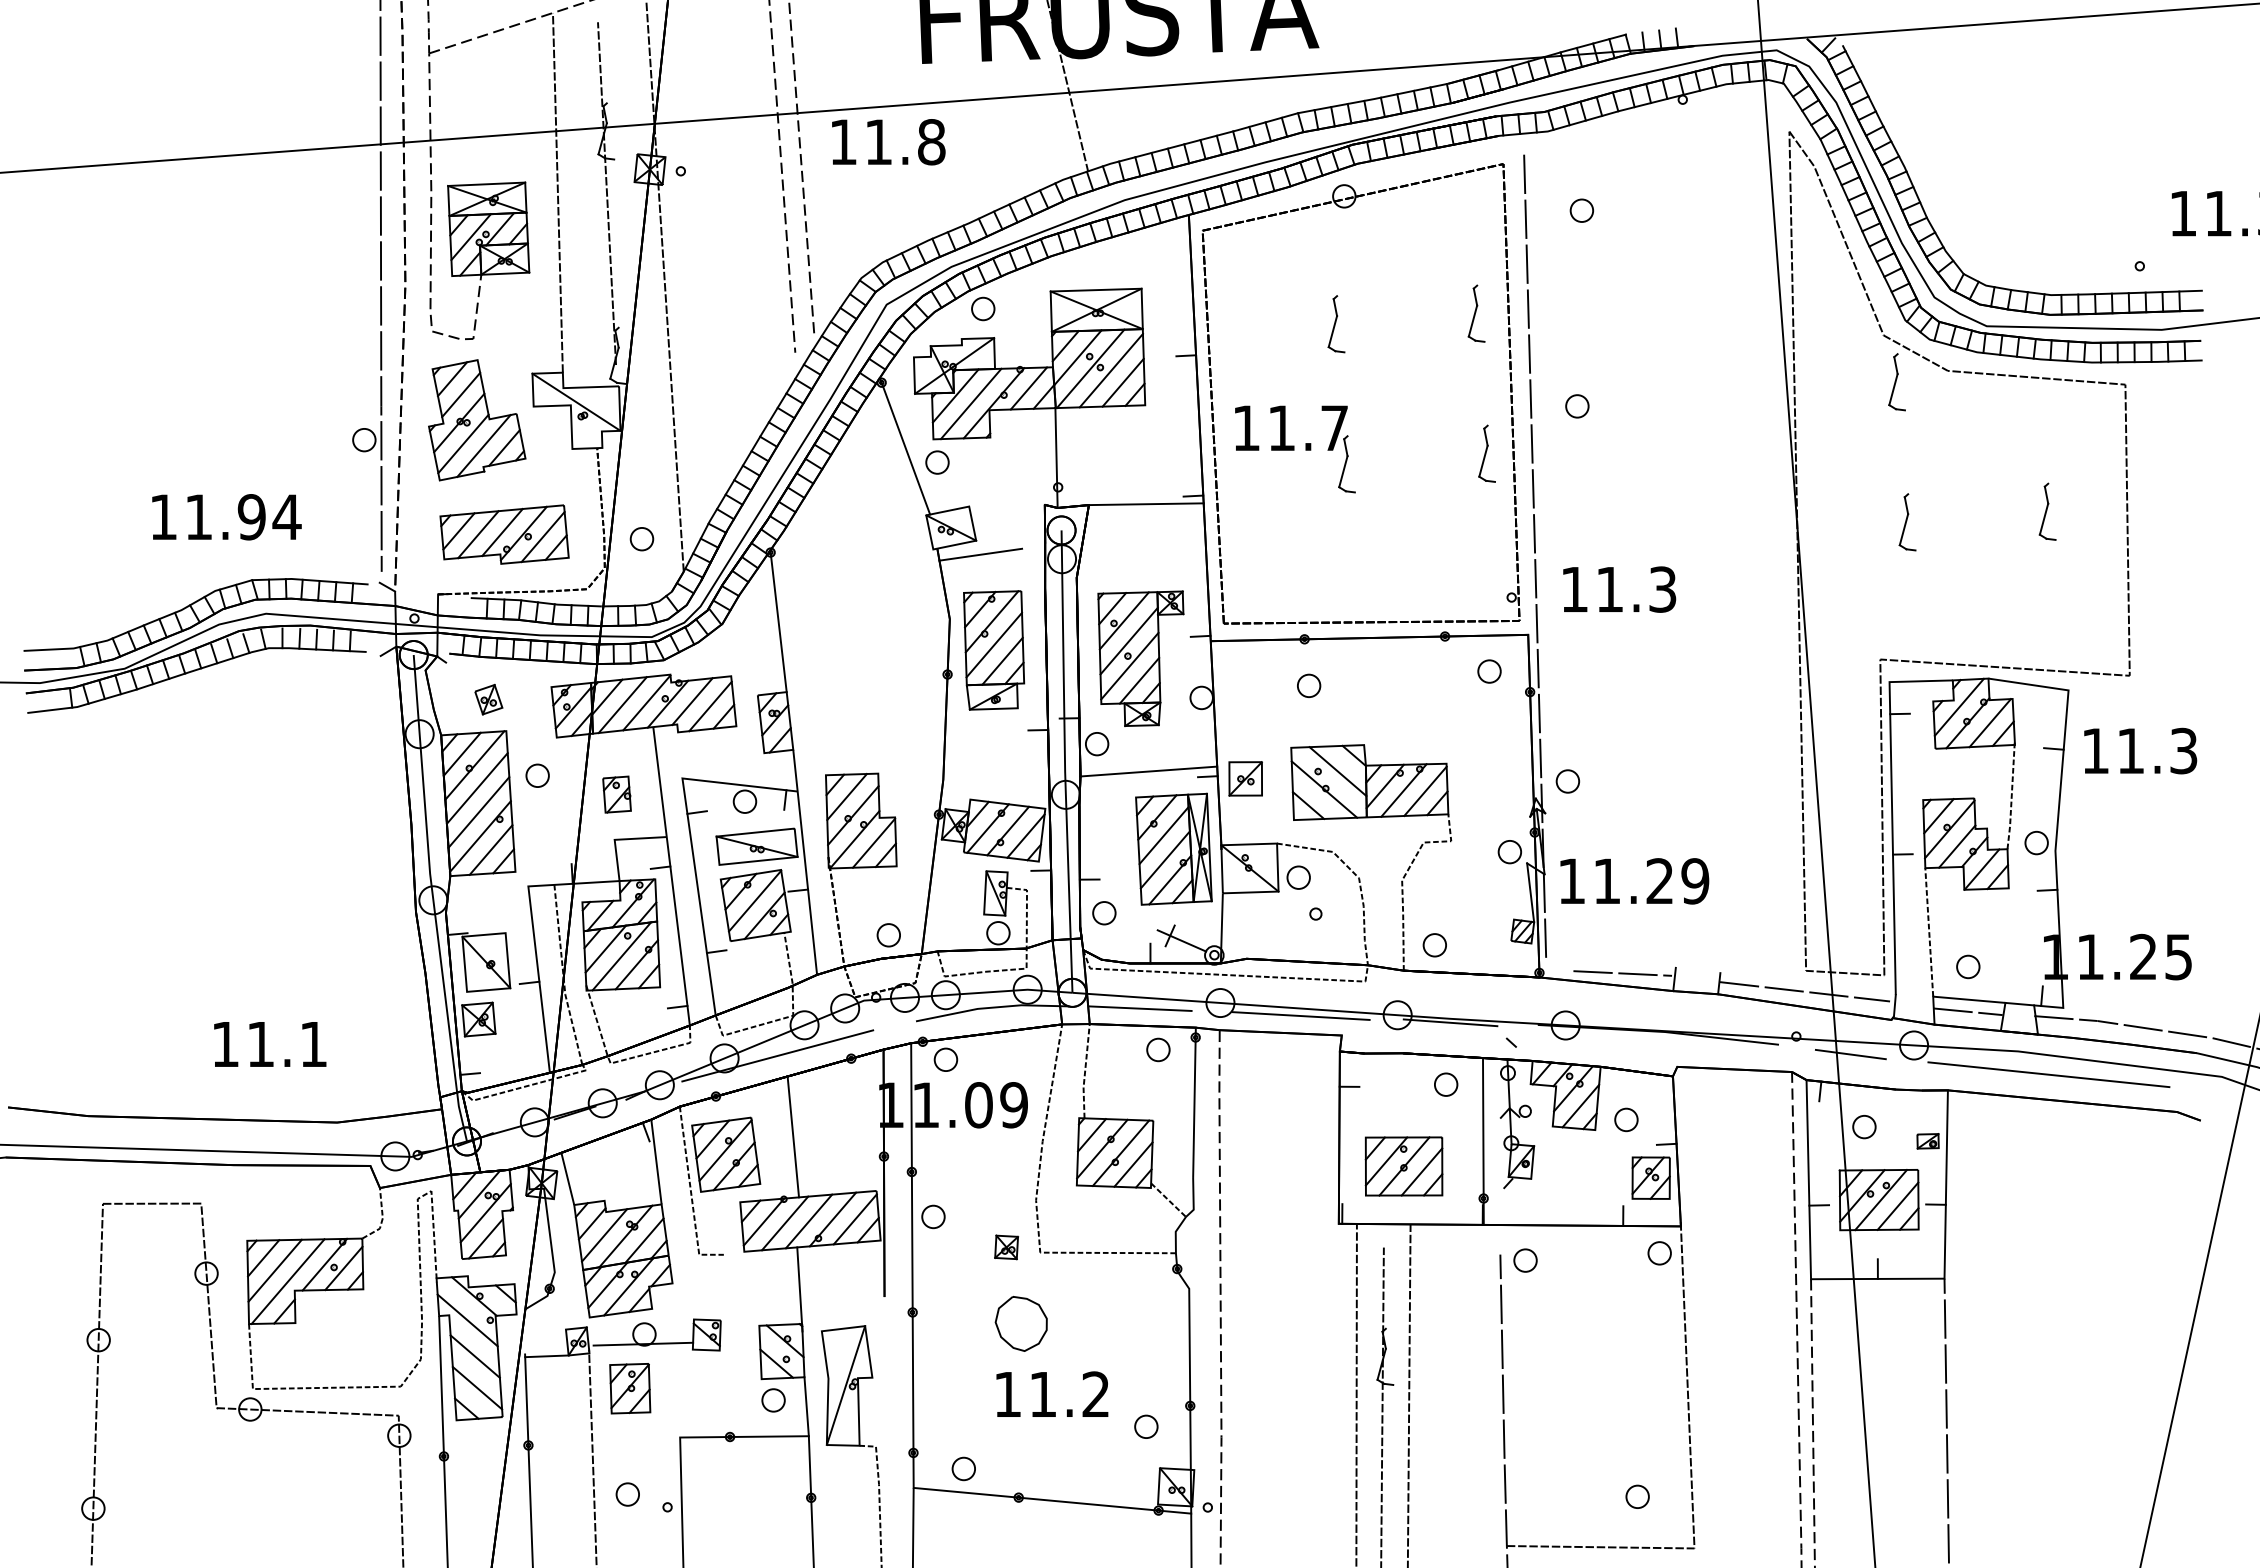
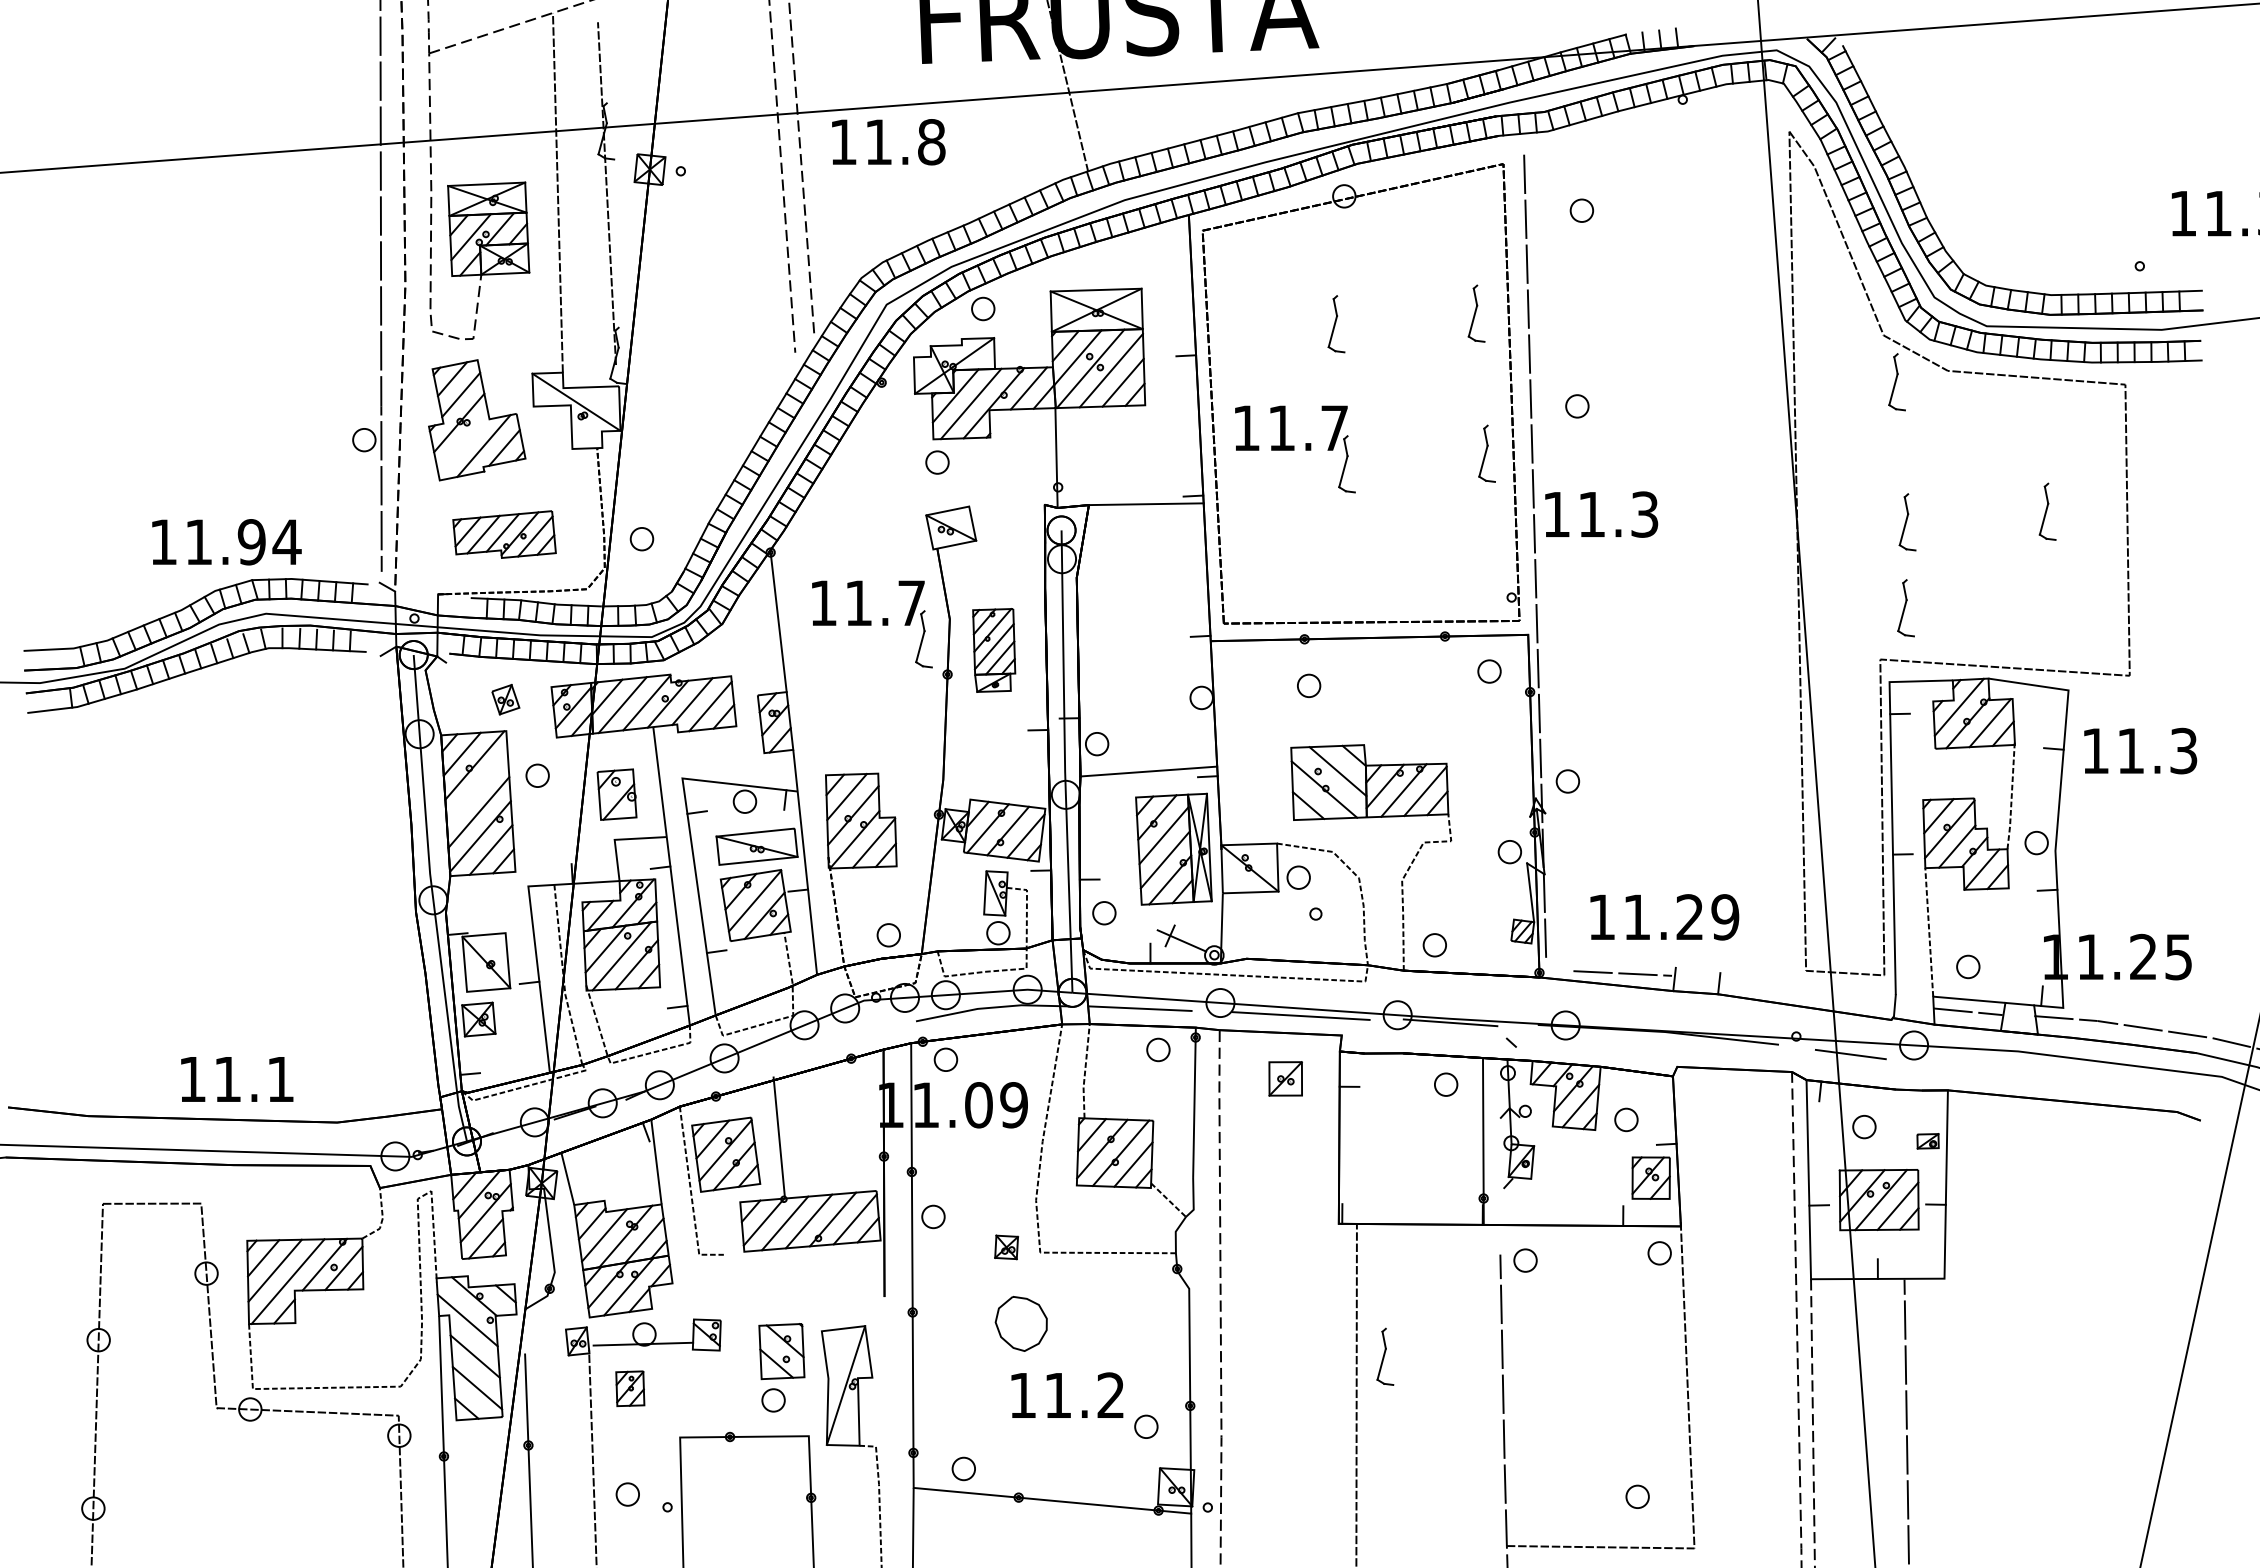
line at (664, 286): present -> none
line at (463, 443): present -> none
line at (904, 445): present -> none
text at (226, 517) position: (226, 517) -> (226, 542)
part at (504, 534) size: 131x61 px -> 105x49 px
line at (980, 554): present -> none
text at (1619, 589) position: (1619, 589) -> (1601, 514)
part at (1905, 608): none -> present
part at (872, 624): none -> present
part at (994, 650) size: 63x121 px -> 45x85 px
part at (1140, 658): present -> none
part at (488, 699) position: (488, 699) -> (505, 699)
part at (1245, 778) position: (1245, 778) -> (1285, 1078)
line at (476, 788): present -> none
part at (616, 794) size: 30x39 px -> 42x53 px
text at (1634, 881) position: (1634, 881) -> (1664, 917)
line at (1805, 991): present -> none
text at (270, 1044) position: (270, 1044) -> (237, 1079)
line at (777, 1055): present -> none
line at (2048, 1074): present -> none
line at (793, 1136) position: (793, 1136) -> (779, 1137)
part at (1403, 1166): present -> none
line at (799, 1289): present -> none
line at (546, 1356): present -> none
part at (630, 1388) size: 43x52 px -> 31x37 px
text at (1052, 1393) position: (1052, 1393) -> (1067, 1394)
line at (1408, 1394): present -> none
line at (1382, 1405): present -> none
line at (806, 1406): present -> none
line at (1946, 1421) position: (1946, 1421) -> (1906, 1421)
